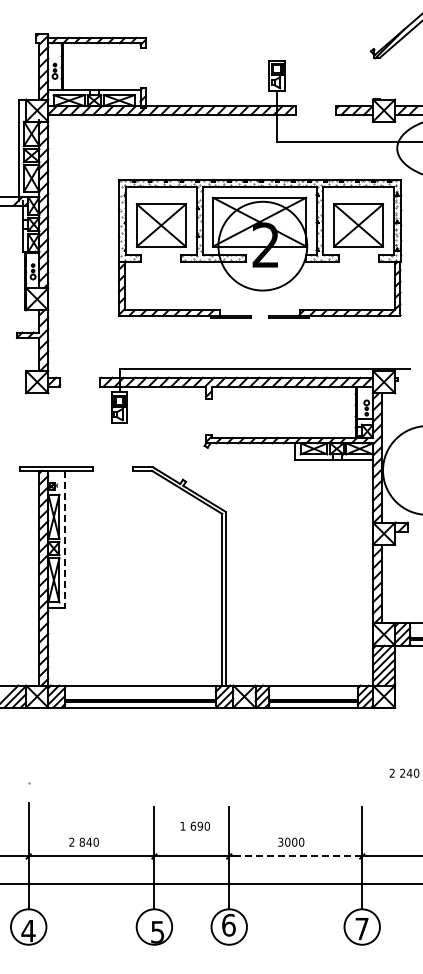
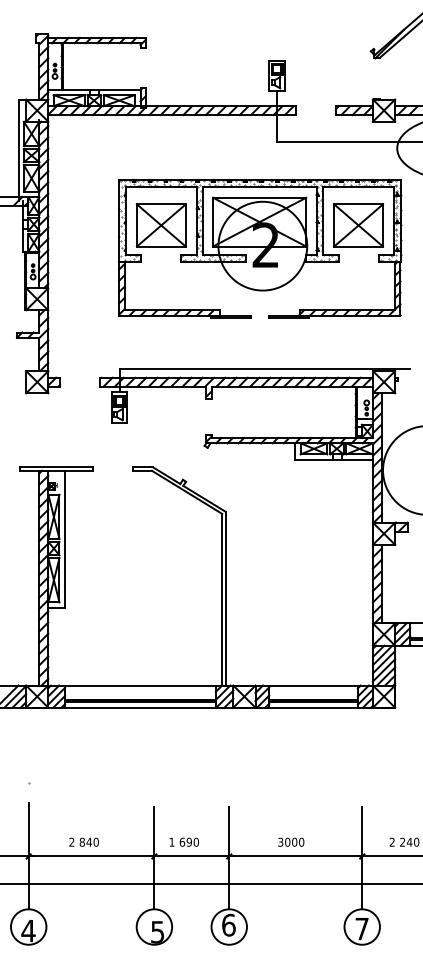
line at (64, 539): dashed -> solid
text at (404, 772) position: (404, 772) -> (404, 841)
text at (194, 825) position: (194, 825) -> (183, 841)
line at (296, 856): dashed -> solid
